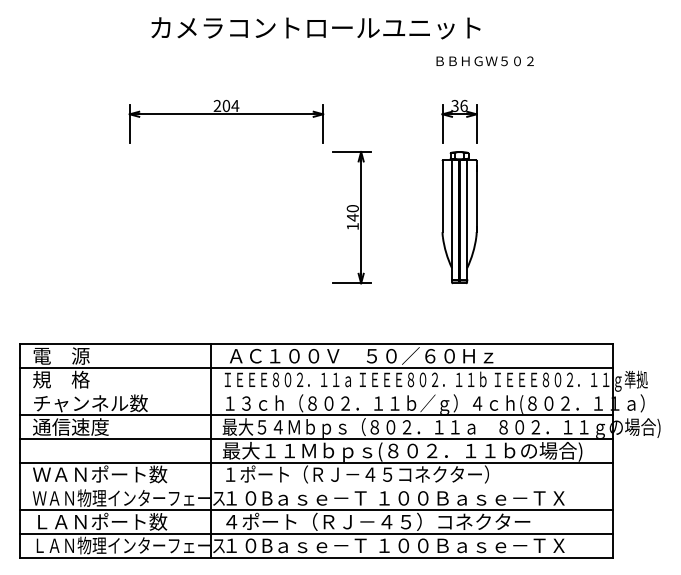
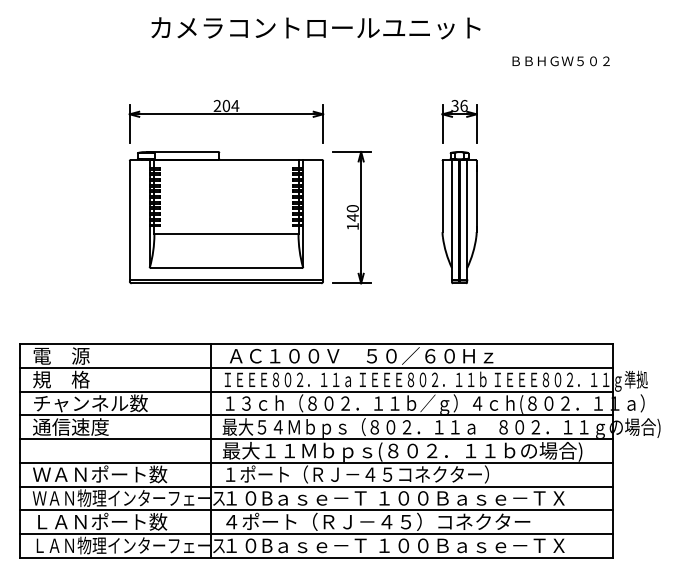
text at (484, 61) position: (484, 61) -> (560, 61)
part at (226, 217): none -> present
line at (316, 391): none -> present
line at (316, 486): none -> present
